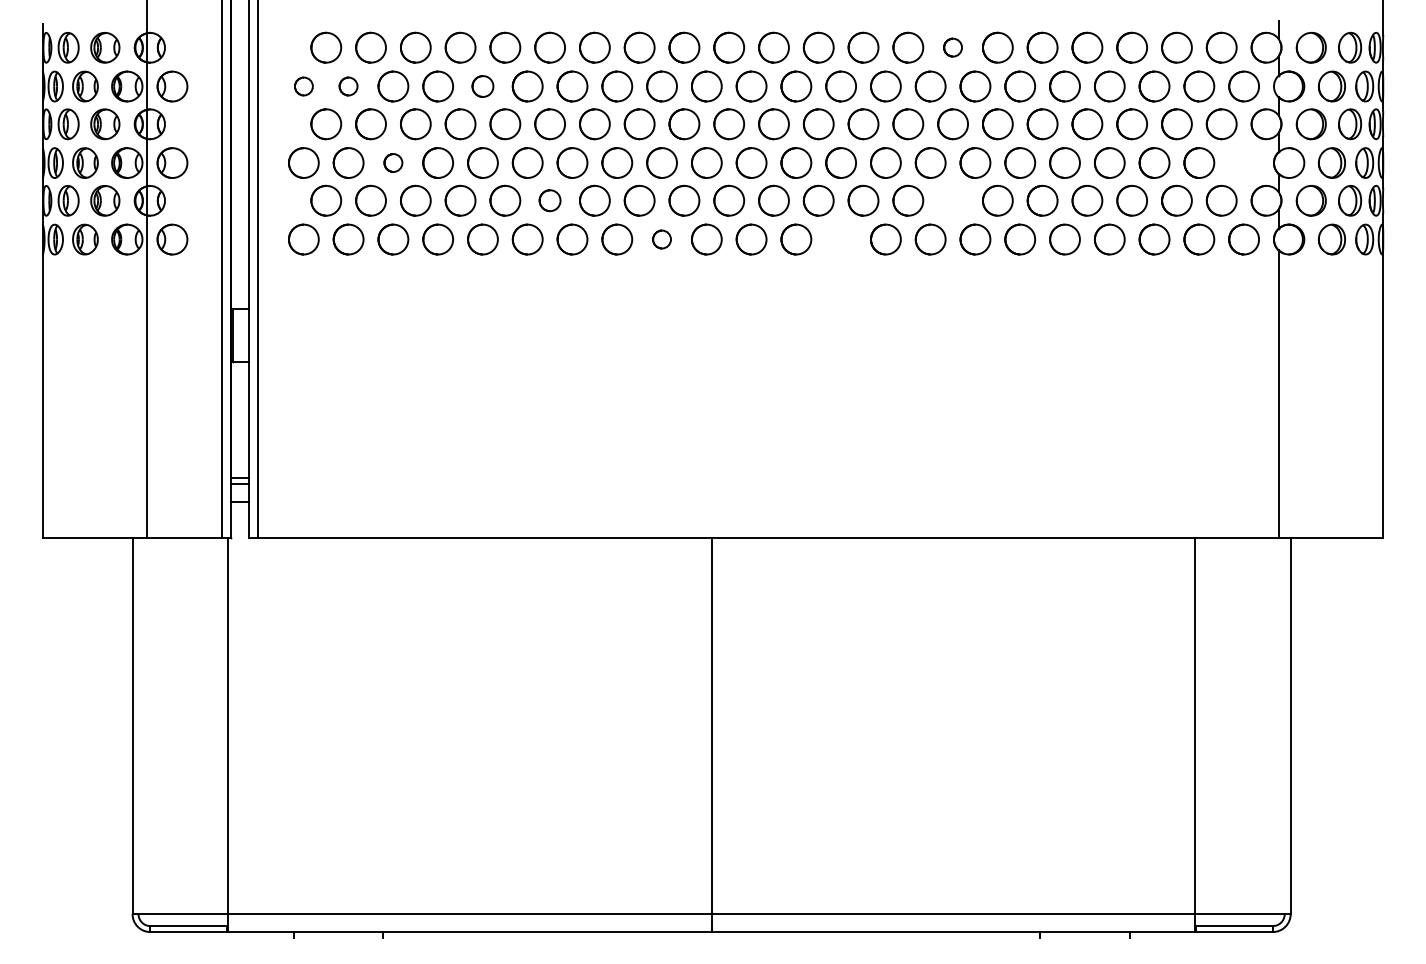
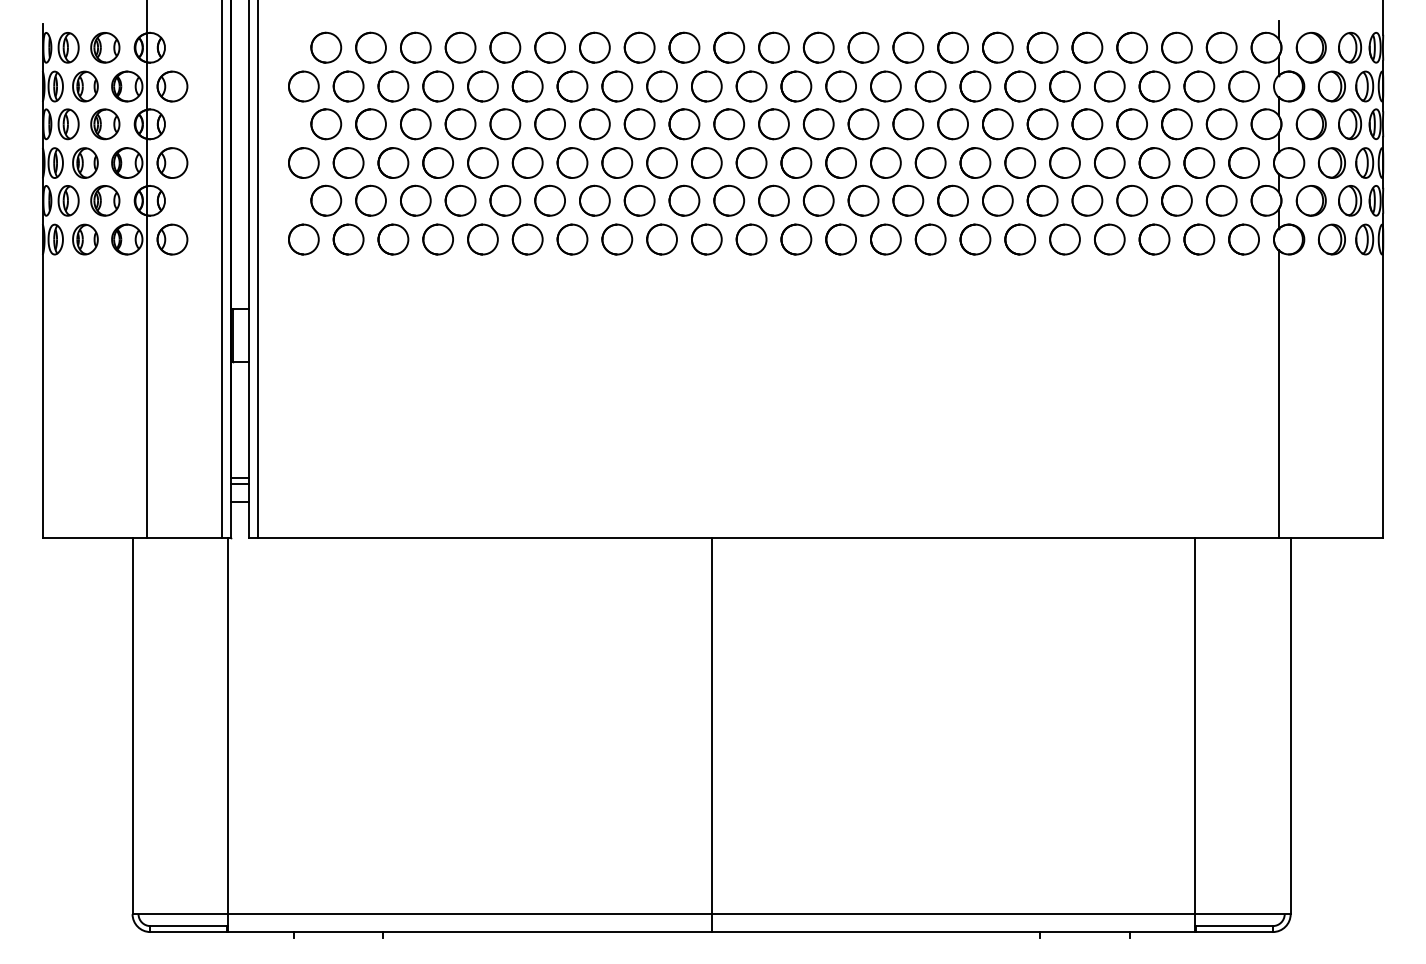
part at (952, 47) size: 20x21 px -> 32x33 px
part at (303, 86) size: 20x21 px -> 32x33 px
part at (348, 86) size: 21x21 px -> 33x33 px
part at (482, 86) size: 24x23 px -> 32x33 px
part at (393, 162) size: 21x20 px -> 33x32 px
circle at (1243, 162): none -> present
part at (549, 200) size: 24x24 px -> 32x33 px
part at (952, 200): none -> present
part at (661, 239) size: 20x21 px -> 32x33 px
part at (840, 239): none -> present
